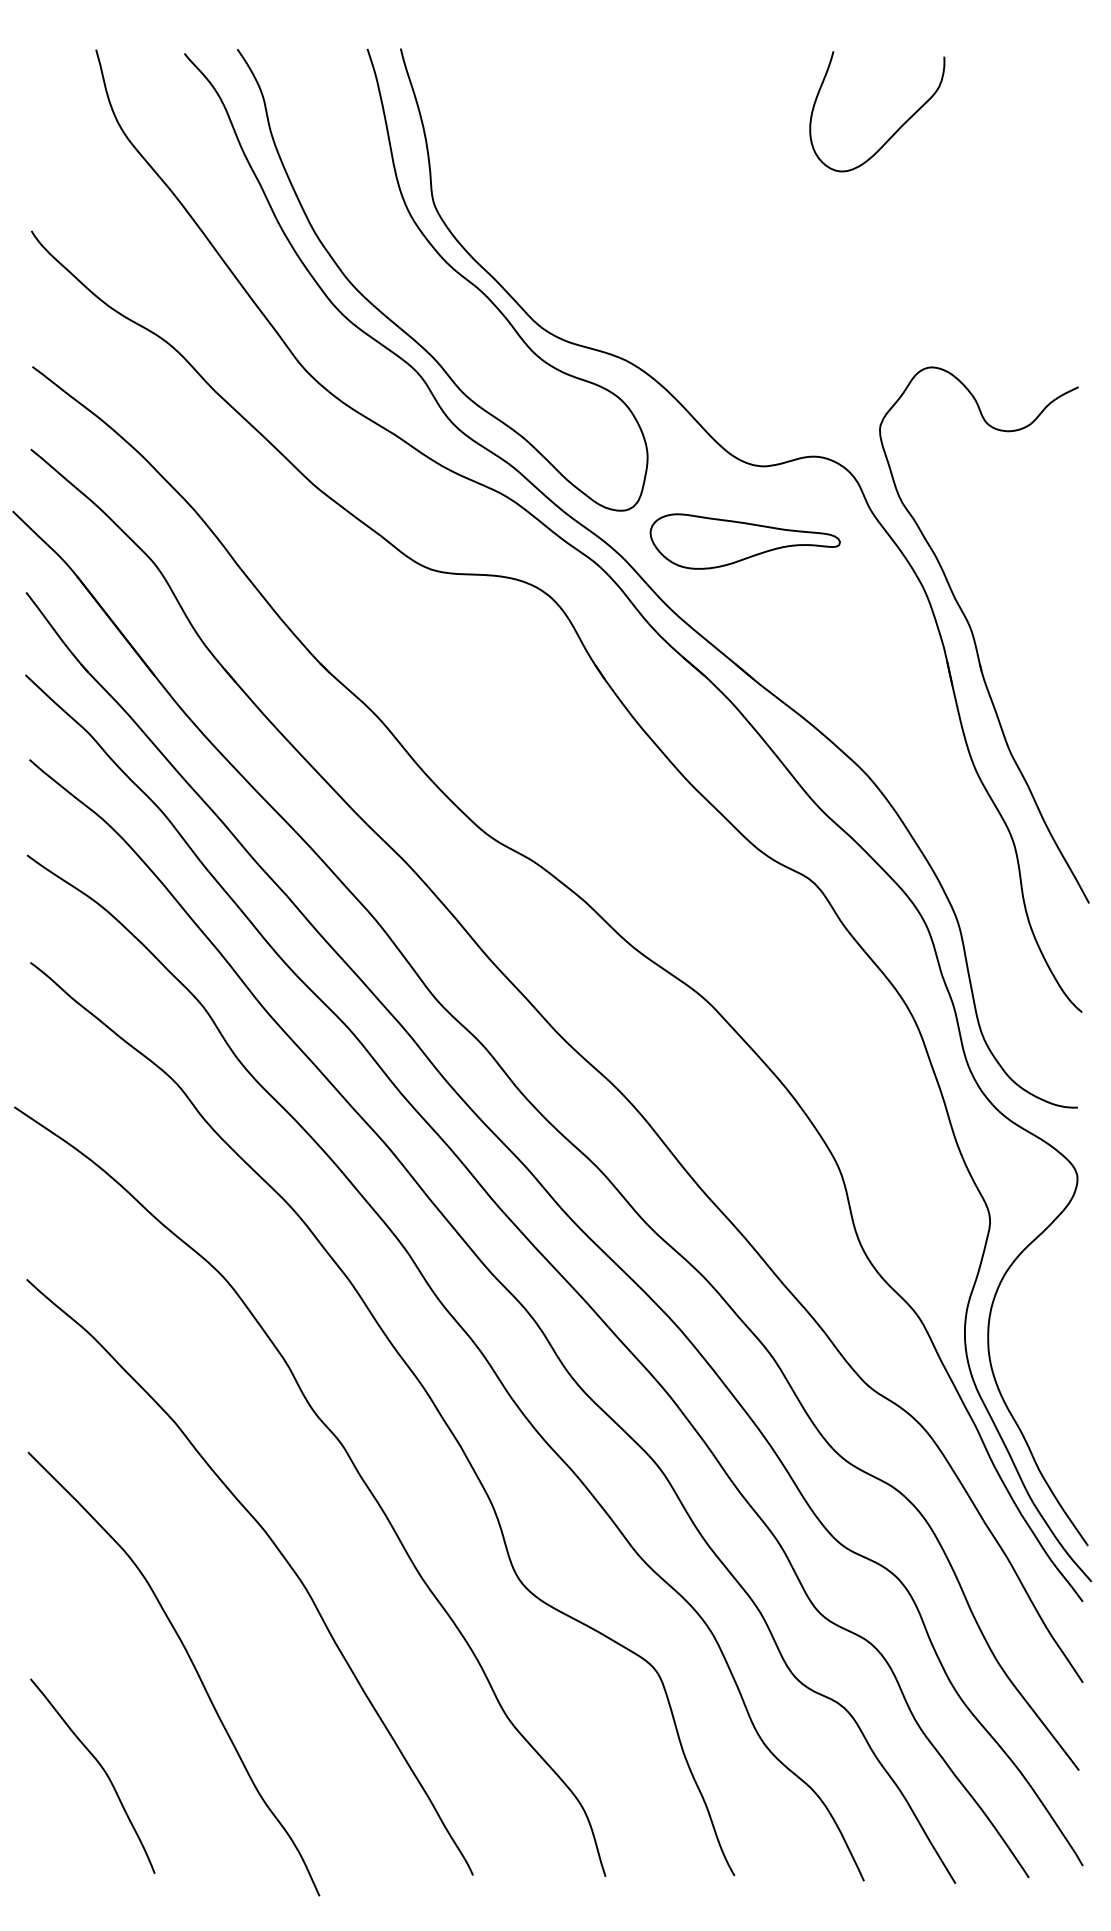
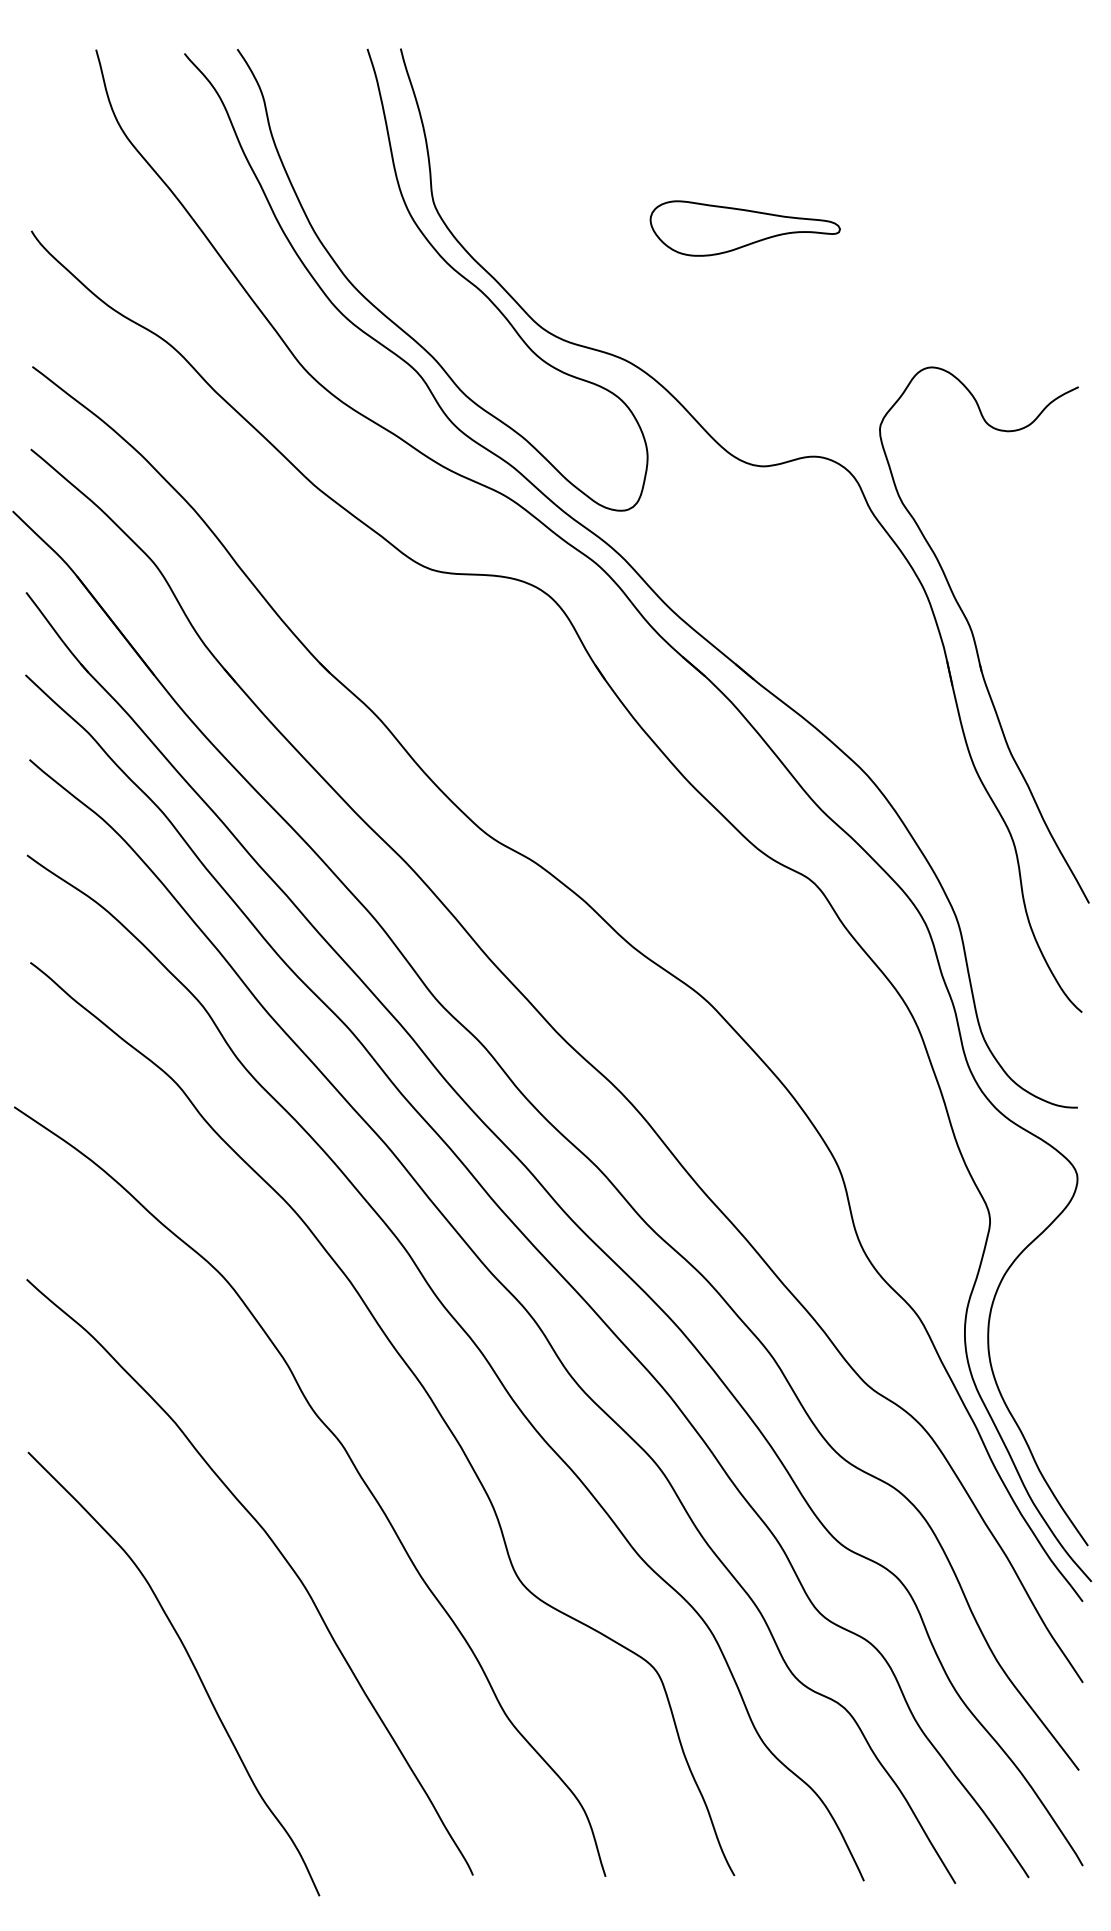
curve at (896, 130): present -> none
part at (744, 541) position: (744, 541) -> (744, 228)
curve at (101, 1768): present -> none
